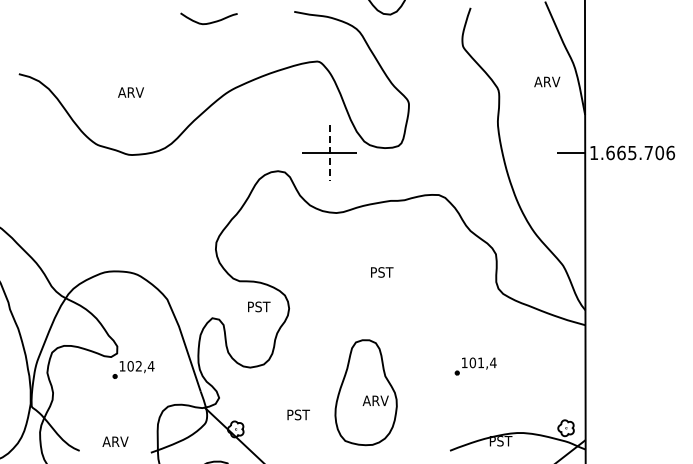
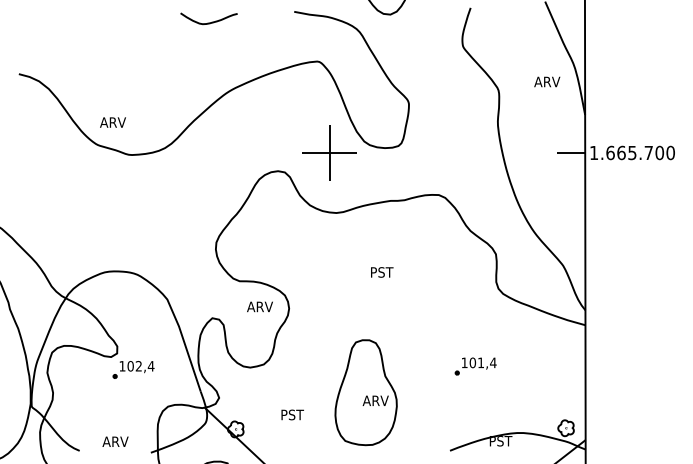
text at (130, 92) position: (130, 92) -> (112, 122)
text at (670, 152): 1.665.706 -> 1.665.700
line at (329, 153): dashed -> solid
text at (259, 306): PST -> ARV
text at (298, 414) position: (298, 414) -> (292, 414)
